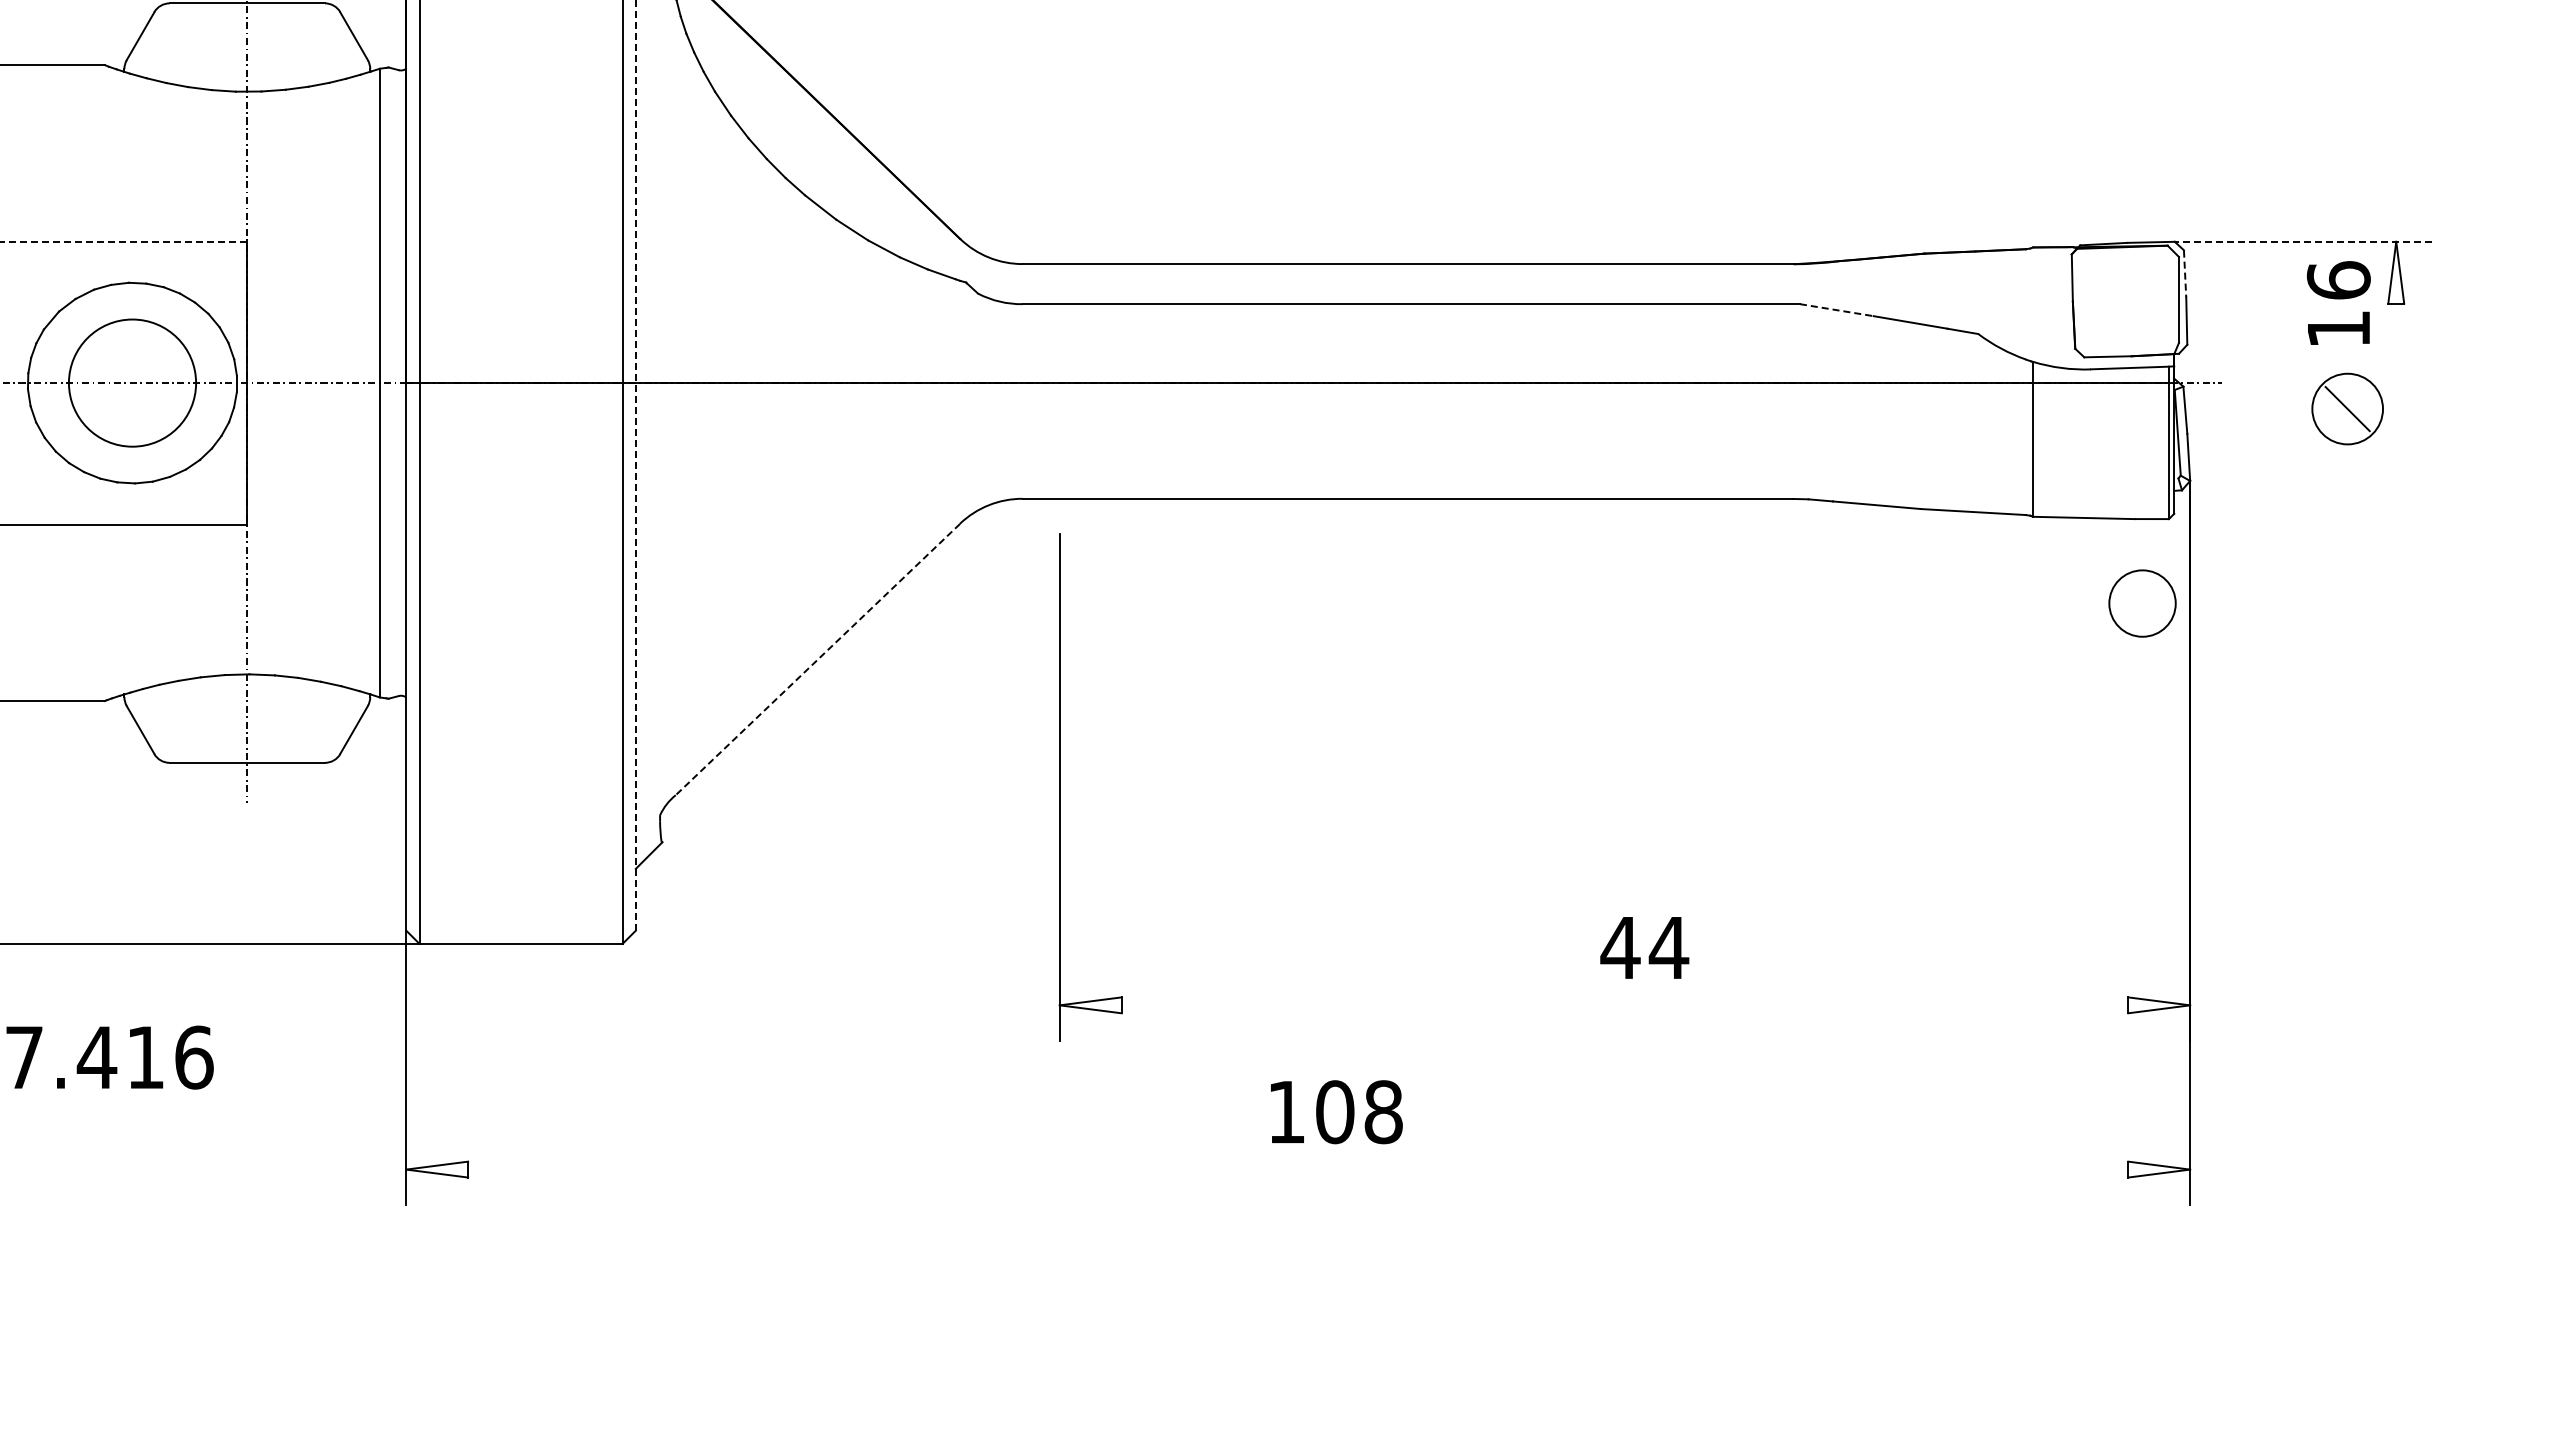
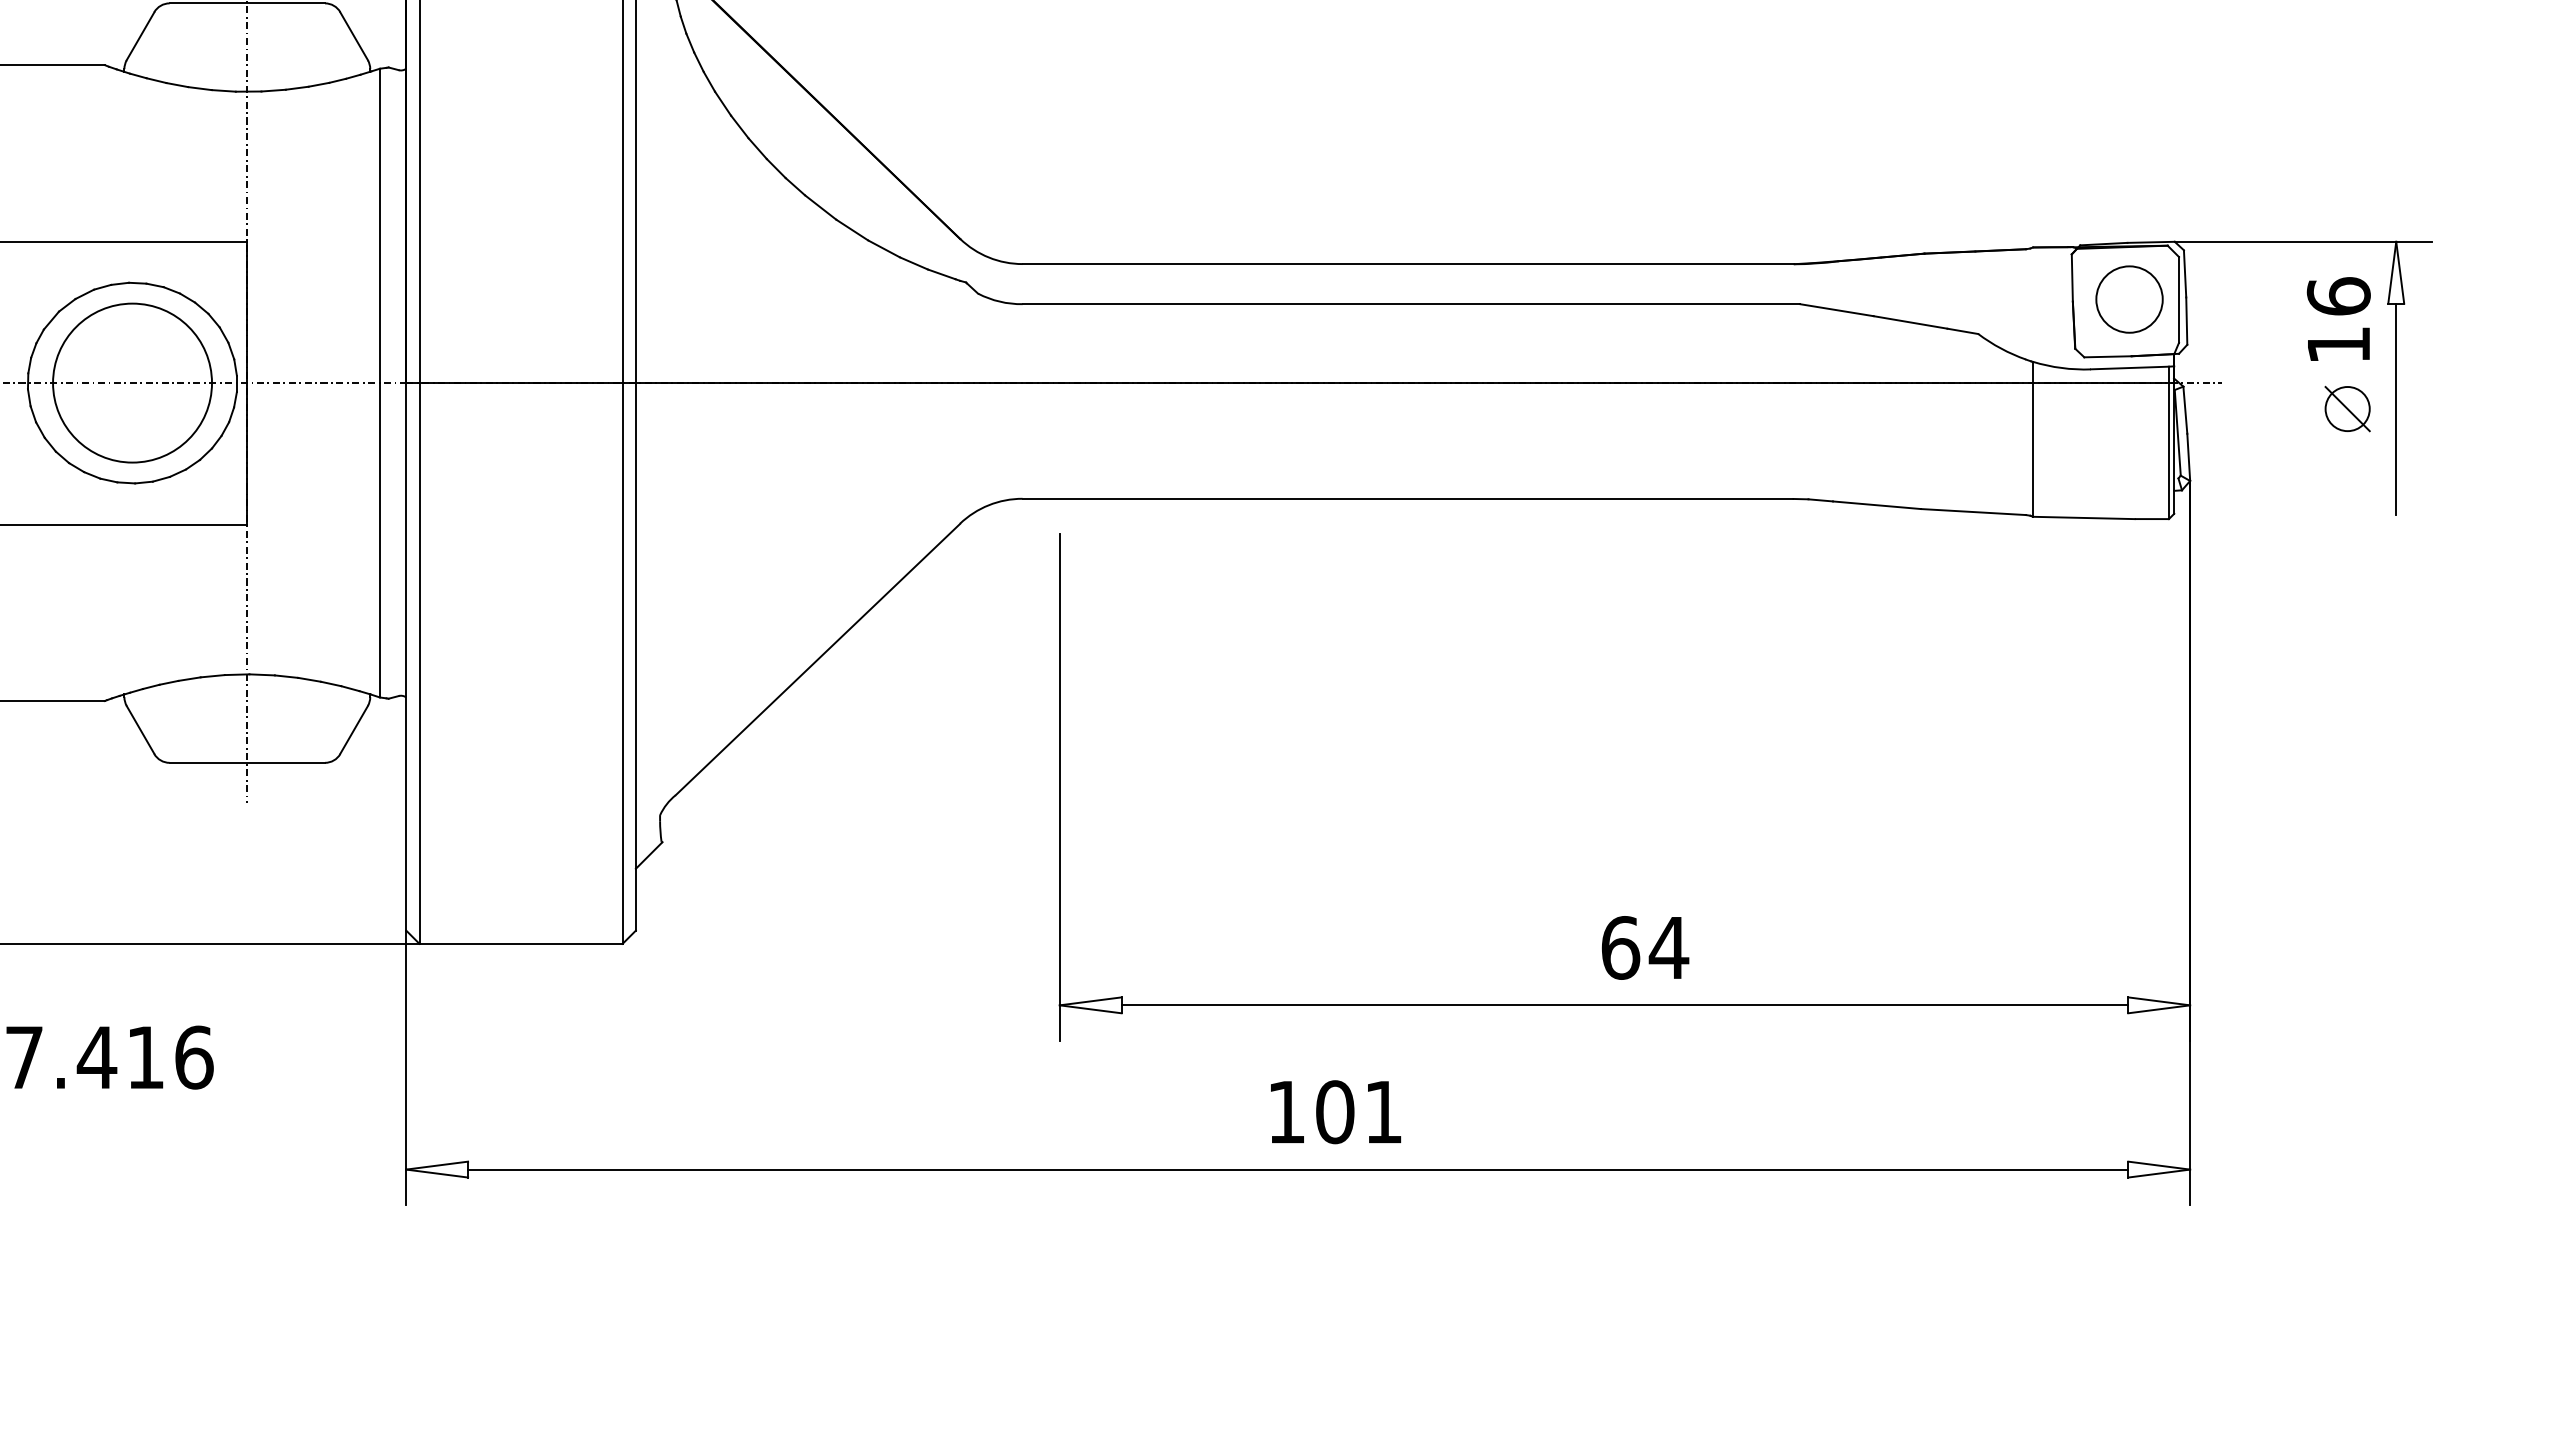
line at (123, 241): dashed -> solid
line at (2302, 241): dashed -> solid
line at (2185, 274): dashed -> solid
text at (2338, 302) position: (2338, 302) -> (2338, 318)
line at (1837, 310): dashed -> solid
circle at (132, 382) diameter: 127 px -> 159 px
circle at (2347, 408) diameter: 71 px -> 44 px
line at (2396, 409): none -> present
line at (635, 465): dashed -> solid
circle at (2142, 603) position: (2142, 603) -> (2129, 299)
line at (817, 659): dashed -> solid
text at (1620, 947): 44 -> 64
line at (1624, 1005): none -> present
text at (1383, 1112): 108 -> 101
line at (1298, 1169): none -> present
